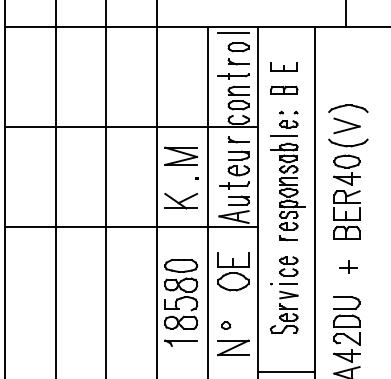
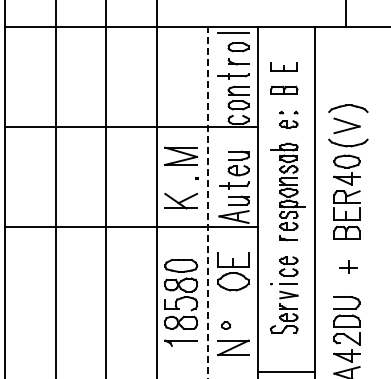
line at (284, 135): present -> none
part at (238, 139): present -> none
line at (207, 202): solid -> dashed
